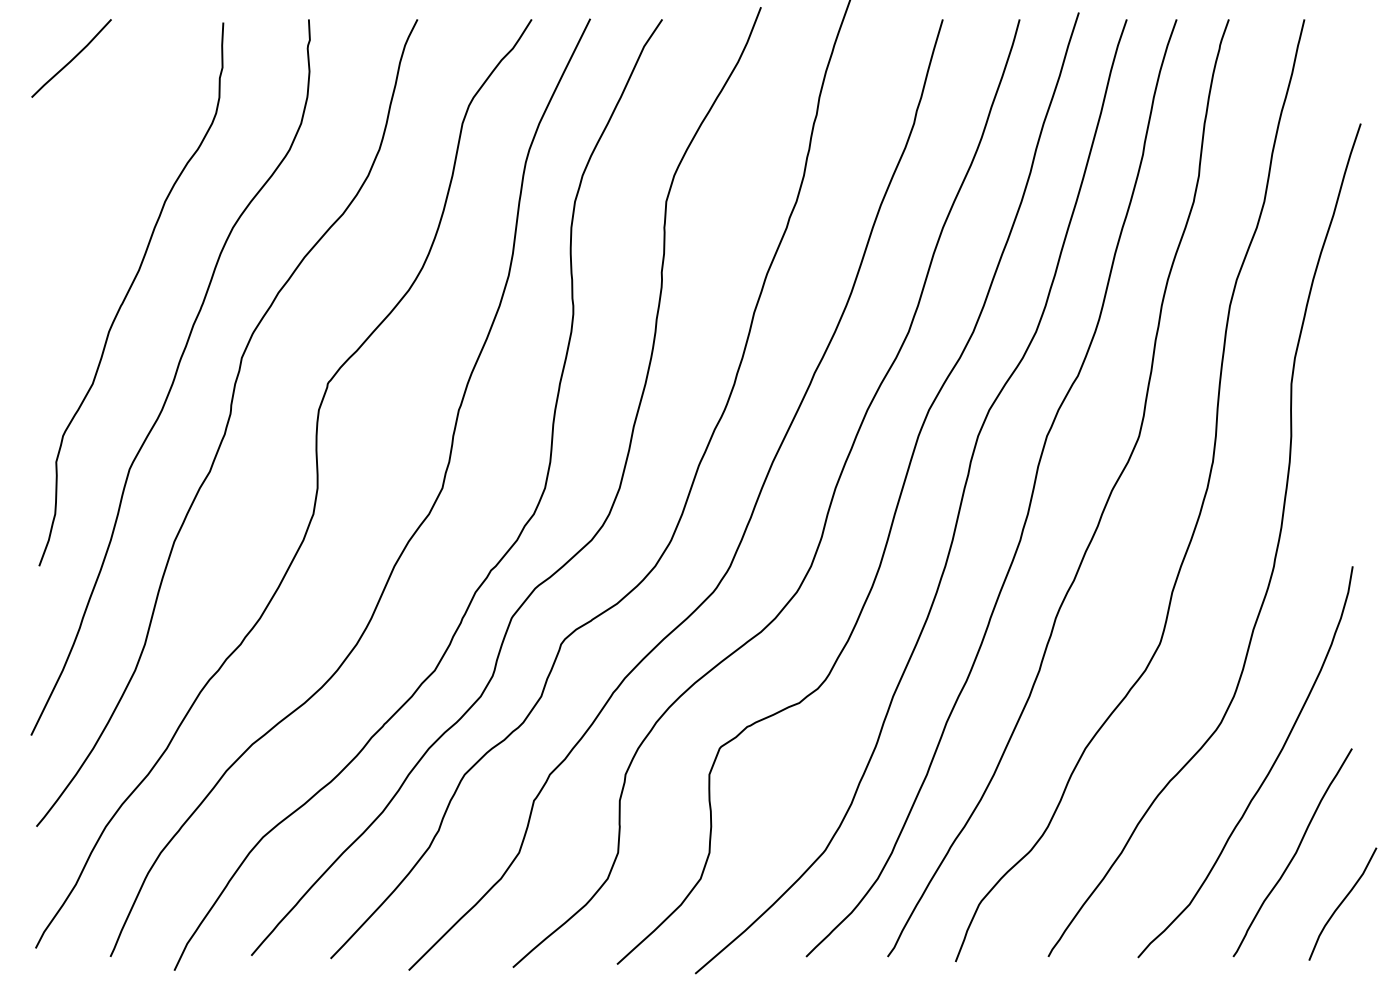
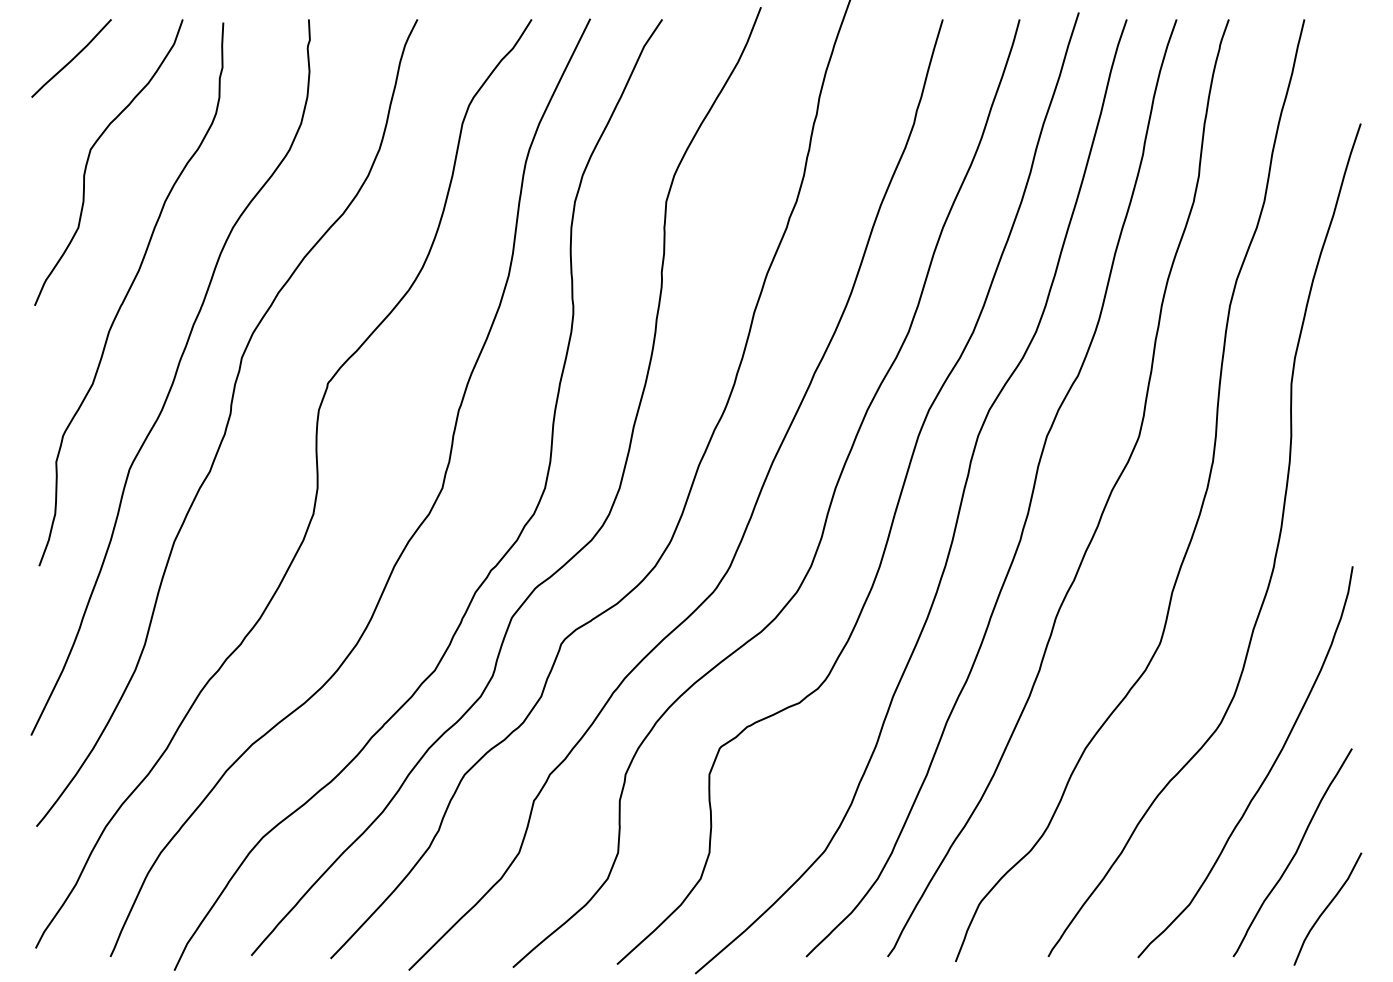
curve at (89, 158): none -> present
curve at (1342, 903) position: (1342, 903) -> (1327, 908)
